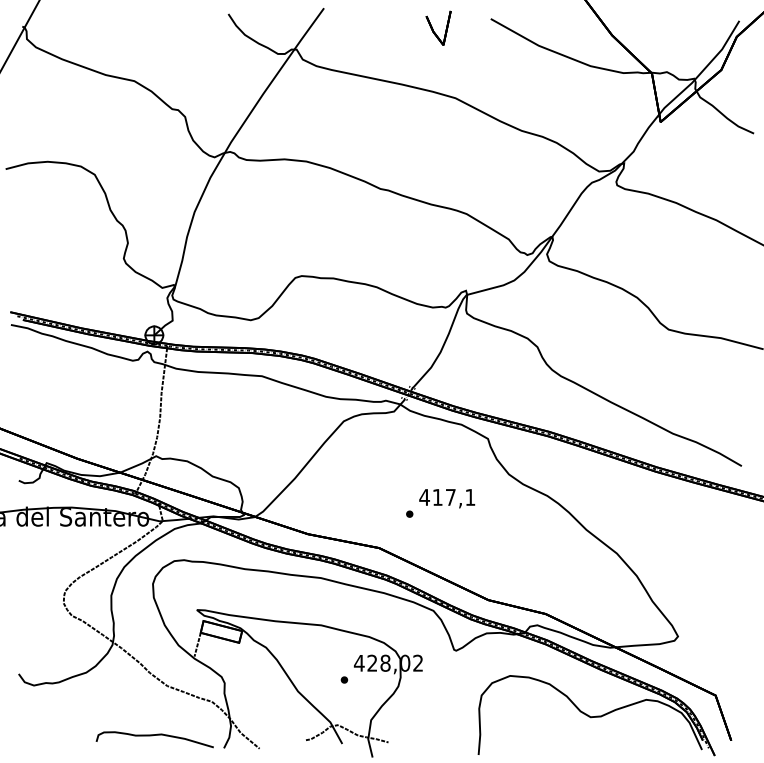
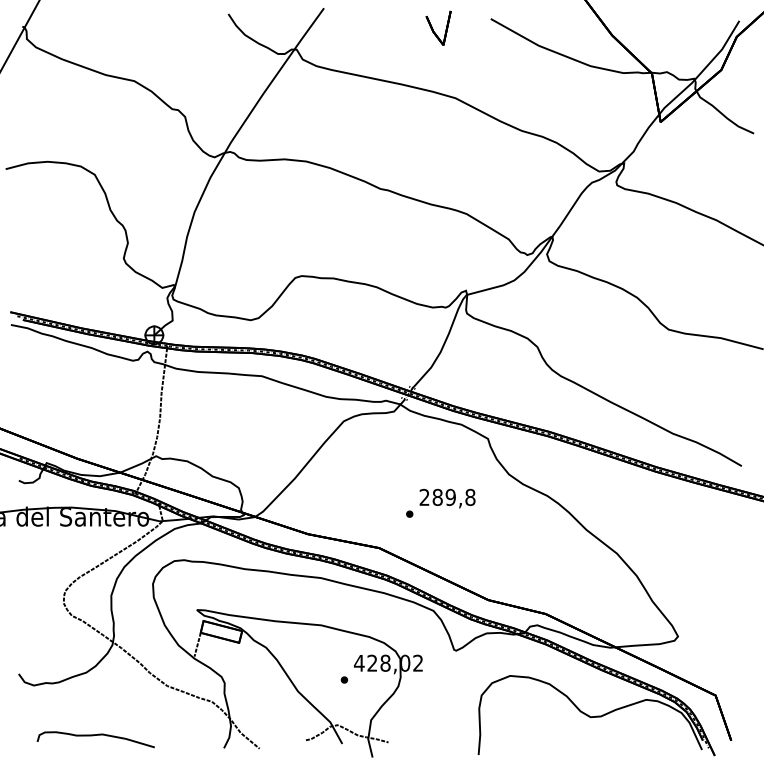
text at (447, 497): 417,1 -> 289,8
curve at (152, 736) position: (152, 736) -> (93, 736)
